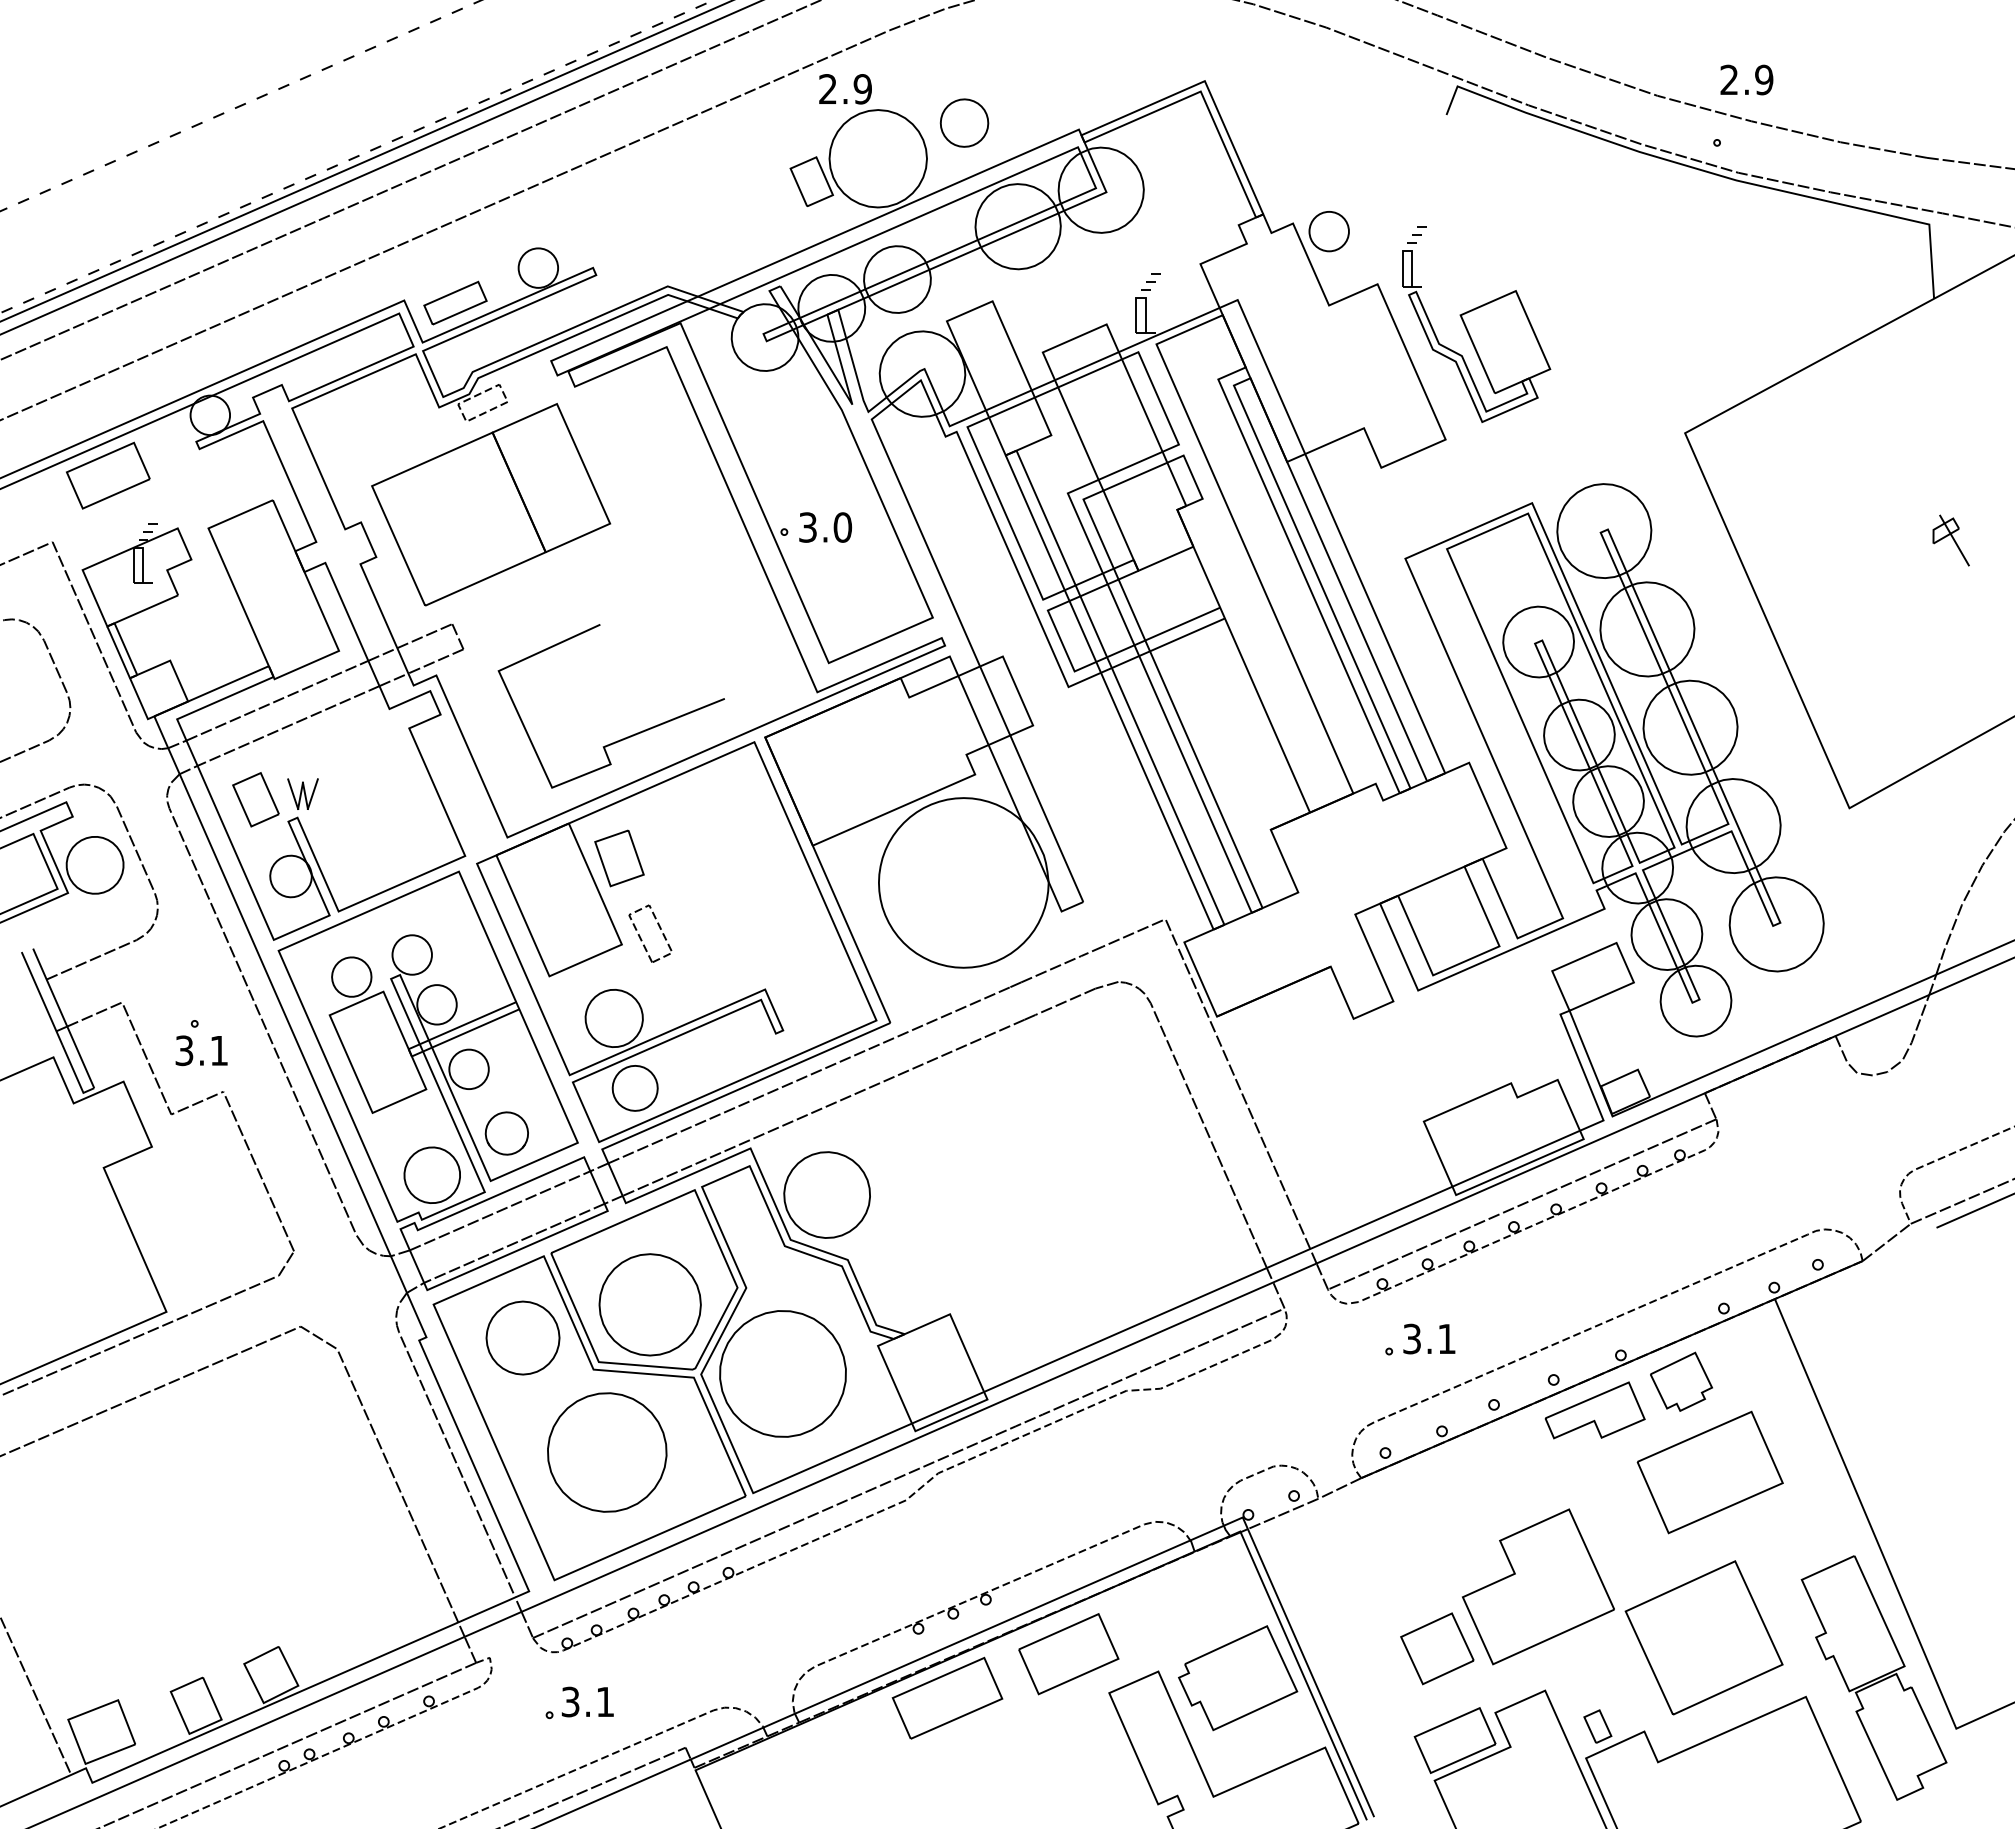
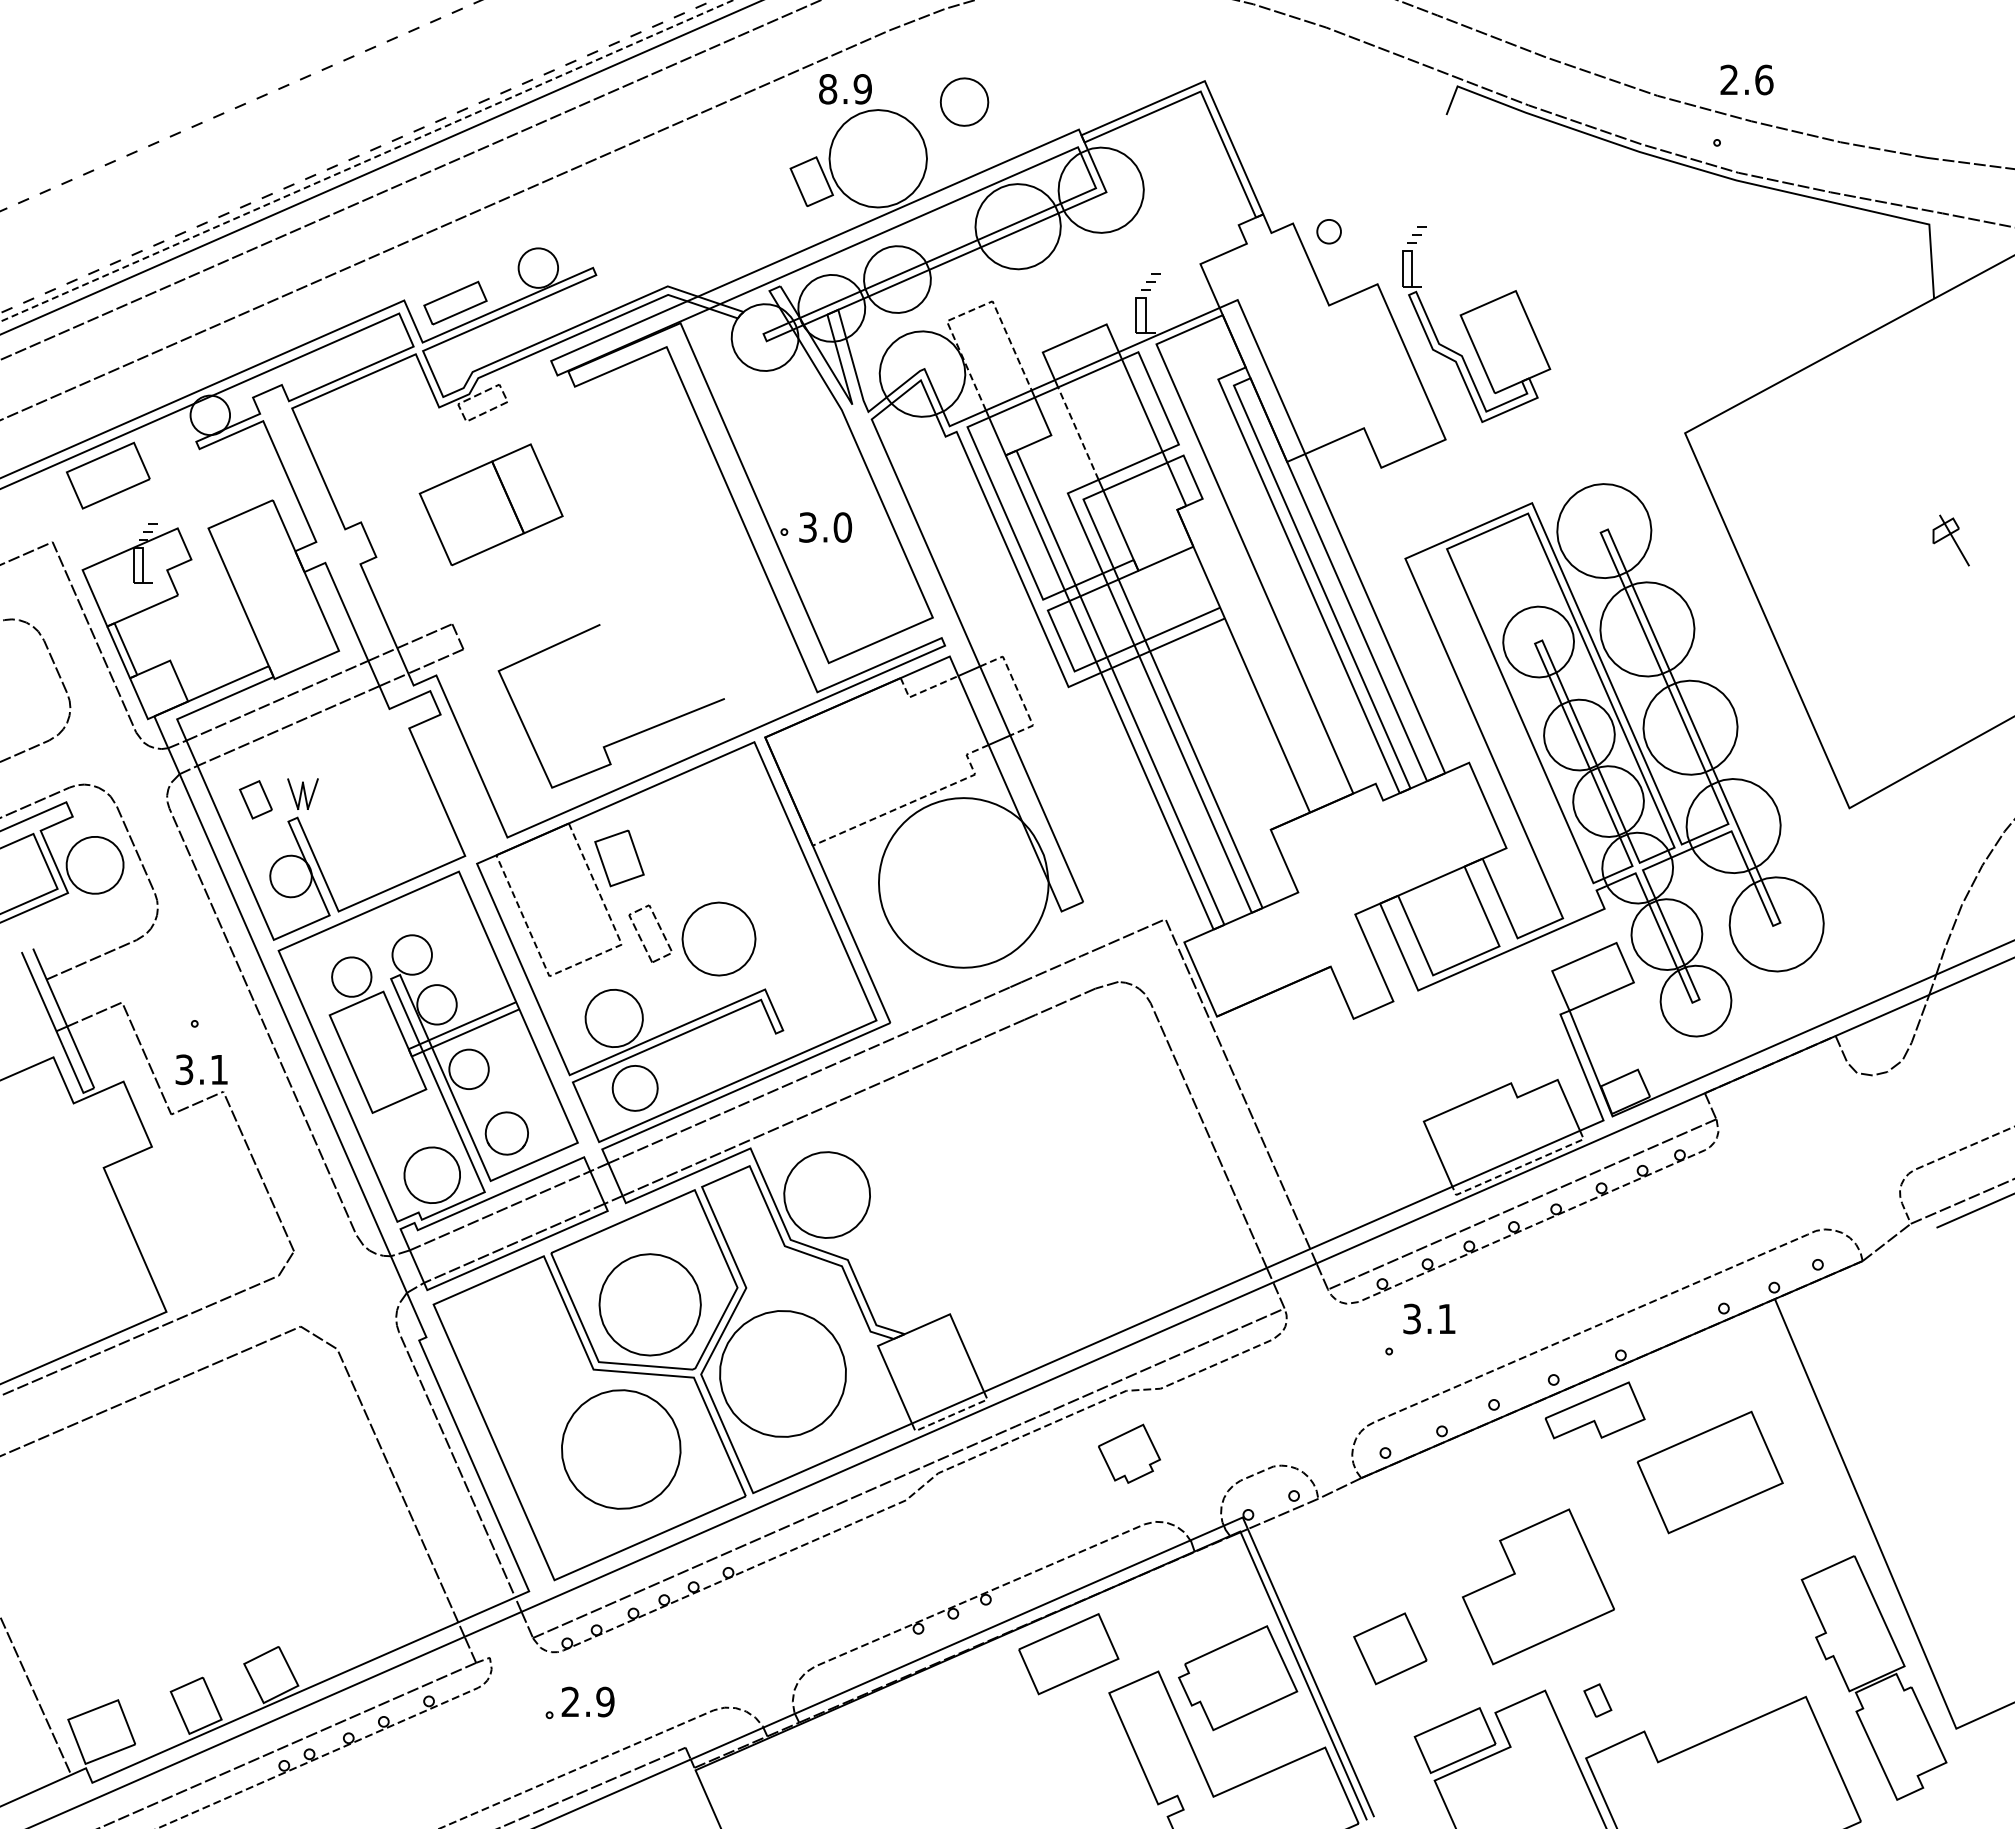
text at (1764, 79): 2.9 -> 2.6
text at (828, 89): 2.9 -> 8.9
part at (964, 122) position: (964, 122) -> (964, 101)
line at (366, 161): solid -> dashed
part at (1328, 231) size: 42x42 px -> 26x26 px
line at (969, 311): solid -> dashed
line at (1078, 433): solid -> dashed
part at (491, 504) size: 241x204 px -> 146x124 px
line at (923, 691): solid -> dashed
line at (1018, 691): solid -> dashed
part at (255, 799) size: 48x56 px -> 34x40 px
line at (915, 800): solid -> dashed
line at (585, 960): solid -> dashed
text at (201, 1050) position: (201, 1050) -> (201, 1069)
line at (1519, 1167): solid -> dashed
part at (522, 1337) position: (522, 1337) -> (718, 938)
text at (1429, 1338) position: (1429, 1338) -> (1429, 1318)
part at (1681, 1381) position: (1681, 1381) -> (1129, 1453)
line at (951, 1415): solid -> dashed
part at (607, 1452) position: (607, 1452) -> (621, 1449)
part at (1703, 1637): present -> none
part at (1437, 1648) position: (1437, 1648) -> (1390, 1648)
part at (947, 1697): present -> none
text at (587, 1701): 3.1 -> 2.9
part at (1597, 1726) position: (1597, 1726) -> (1597, 1700)
